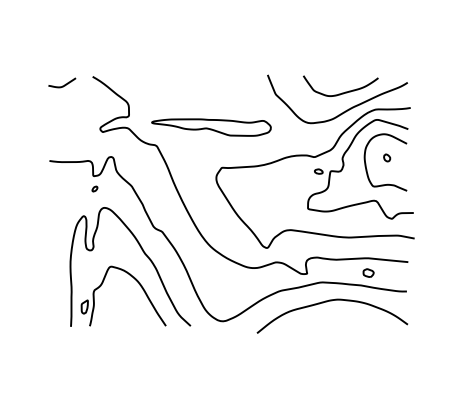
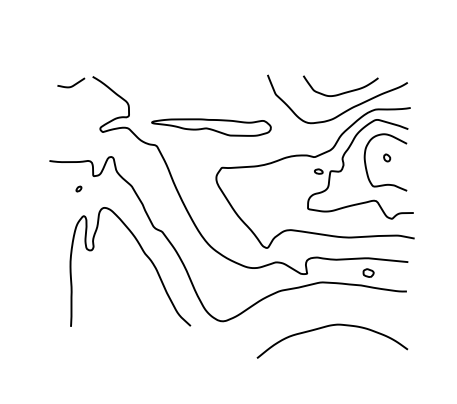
curve at (64, 84) position: (64, 84) -> (73, 84)
part at (94, 188) position: (94, 188) -> (78, 188)
part at (139, 285): present -> none
curve at (327, 302) position: (327, 302) -> (327, 327)
